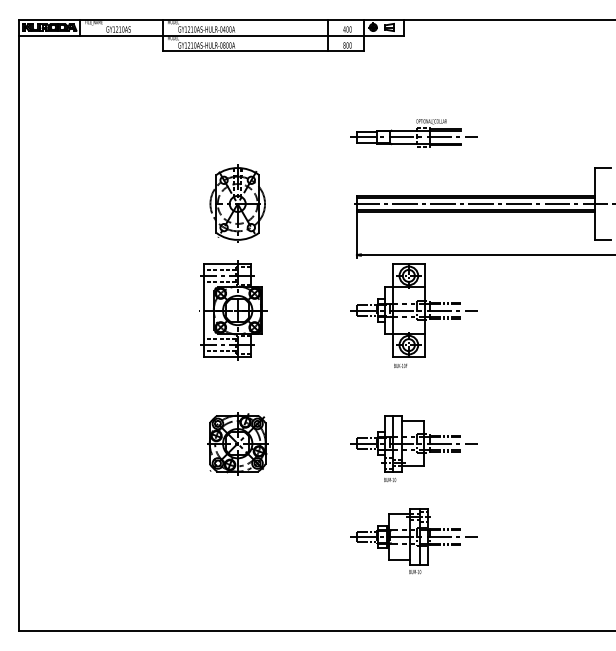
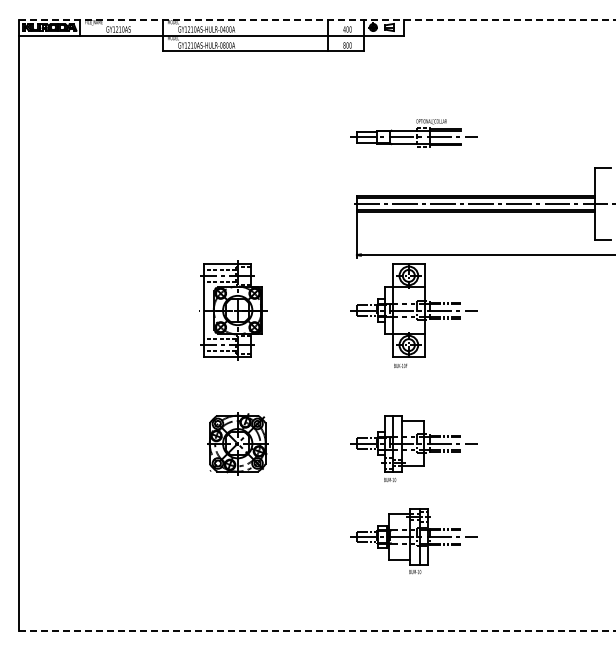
line at (317, 19): solid -> dashed
part at (237, 203): present -> none
line at (317, 631): solid -> dashed
